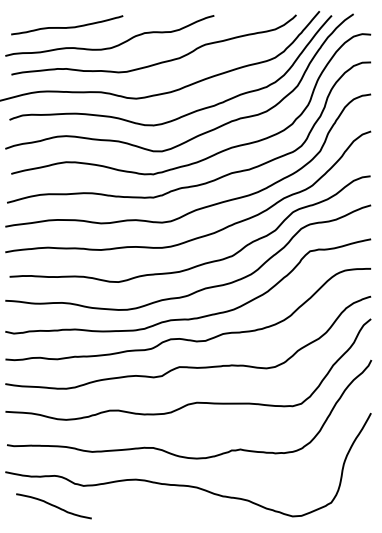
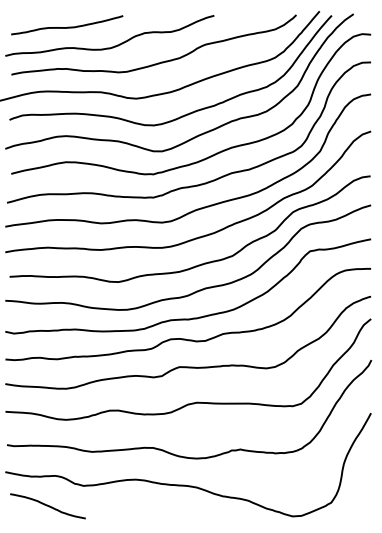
curve at (53, 506) position: (53, 506) -> (47, 506)
